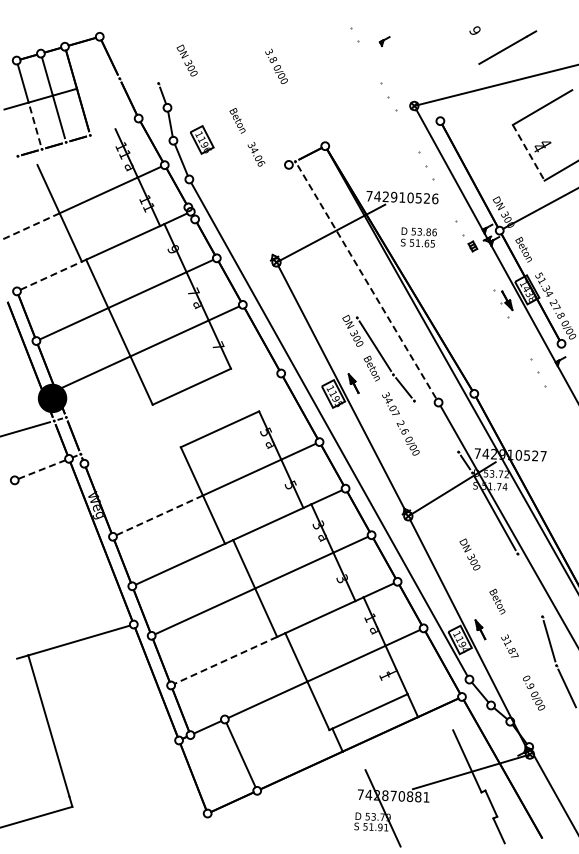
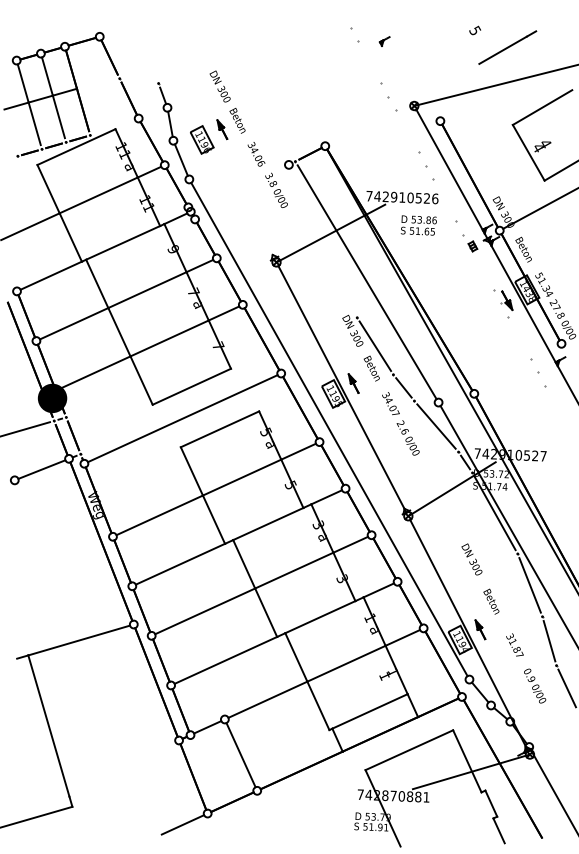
text at (475, 30): 9 -> 5
text at (186, 60) position: (186, 60) -> (219, 86)
text at (276, 65) position: (276, 65) -> (276, 189)
line at (34, 123): dashed -> solid
part at (222, 129): none -> present
line at (76, 147): none -> present
line at (528, 153): dashed -> solid
line at (30, 226): dashed -> solid
text at (418, 237) position: (418, 237) -> (418, 225)
line at (51, 275): dashed -> solid
line at (367, 282): dashed -> solid
line at (182, 418): none -> present
line at (436, 426): none -> present
line at (42, 469): dashed -> solid
line at (159, 515): dashed -> solid
text at (469, 554) position: (469, 554) -> (471, 559)
line at (529, 585): none -> present
text at (497, 601) position: (497, 601) -> (491, 601)
text at (509, 645) position: (509, 645) -> (514, 644)
line at (225, 660): dashed -> solid
text at (534, 692) position: (534, 692) -> (535, 685)
line at (409, 750): none -> present
line at (182, 824): none -> present
